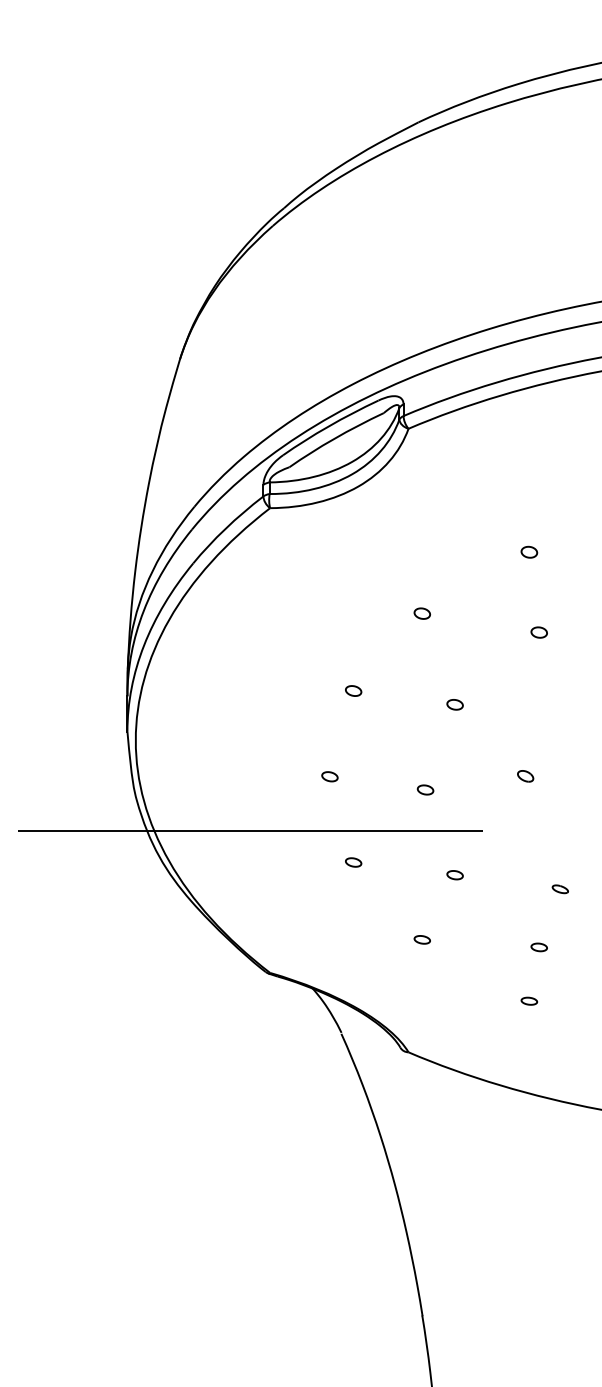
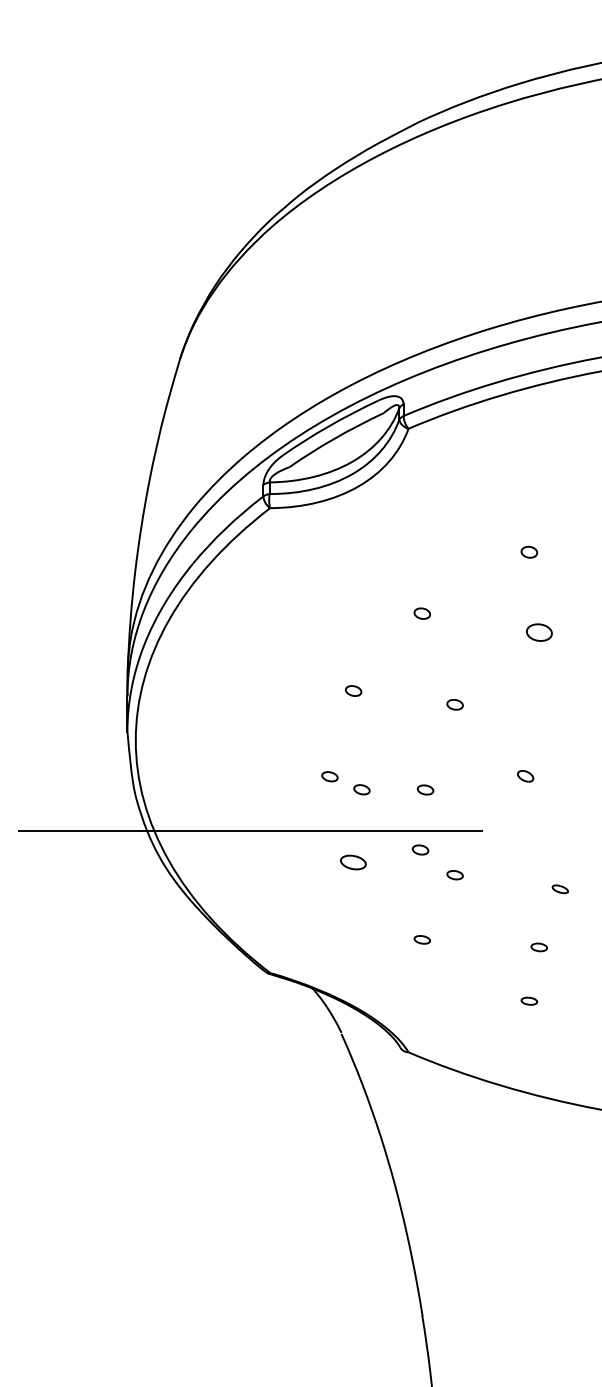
part at (538, 632) size: 18x13 px -> 27x19 px
part at (361, 789): none -> present
part at (420, 849): none -> present
part at (353, 862) size: 18x11 px -> 27x17 px
